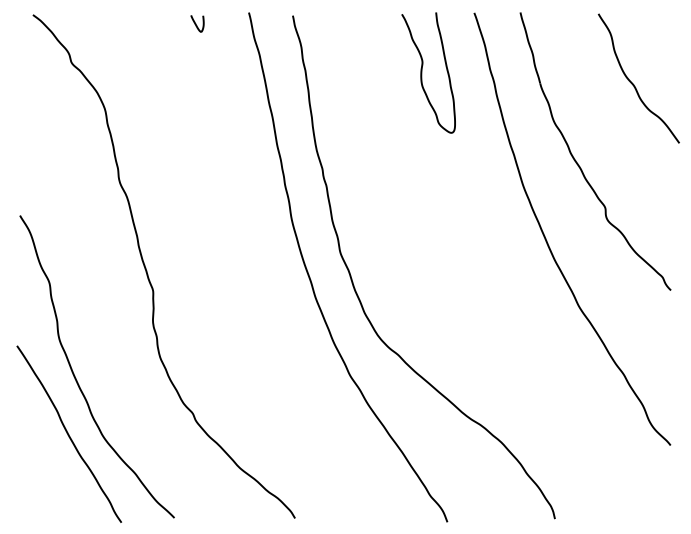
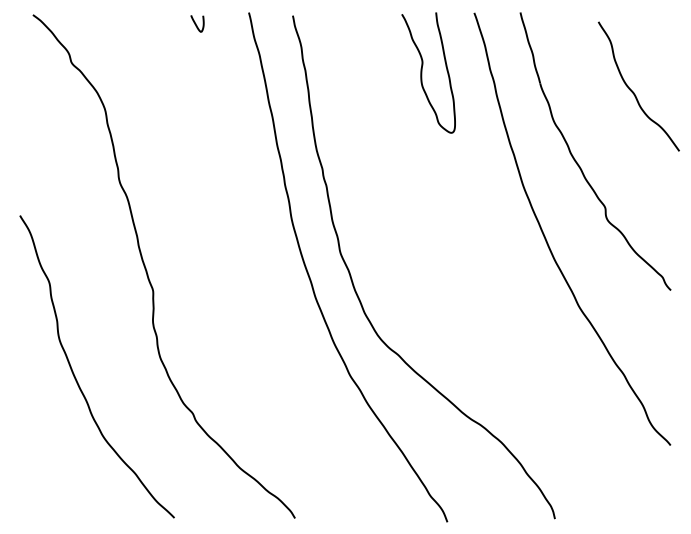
curve at (633, 83) position: (633, 83) -> (633, 91)
curve at (68, 433): present -> none
